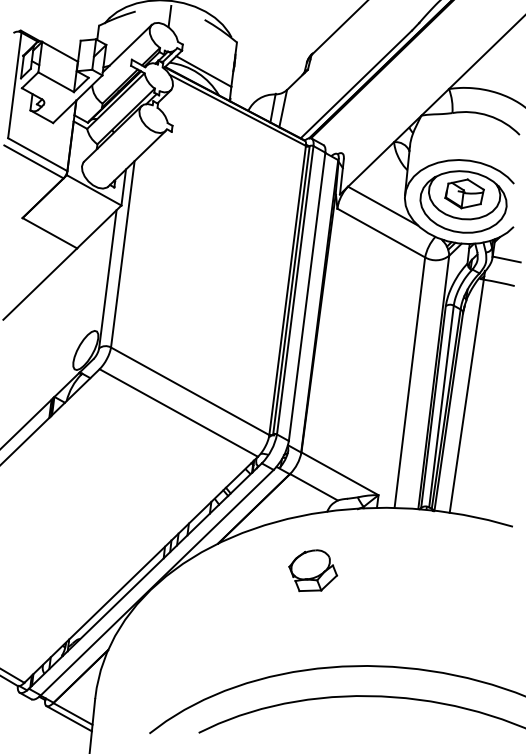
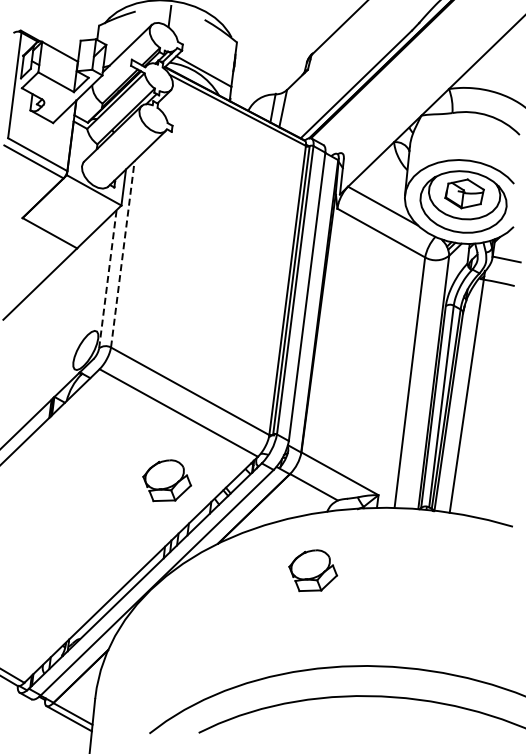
line at (122, 254): solid -> dashed
line at (107, 279): solid -> dashed
part at (167, 480): none -> present
